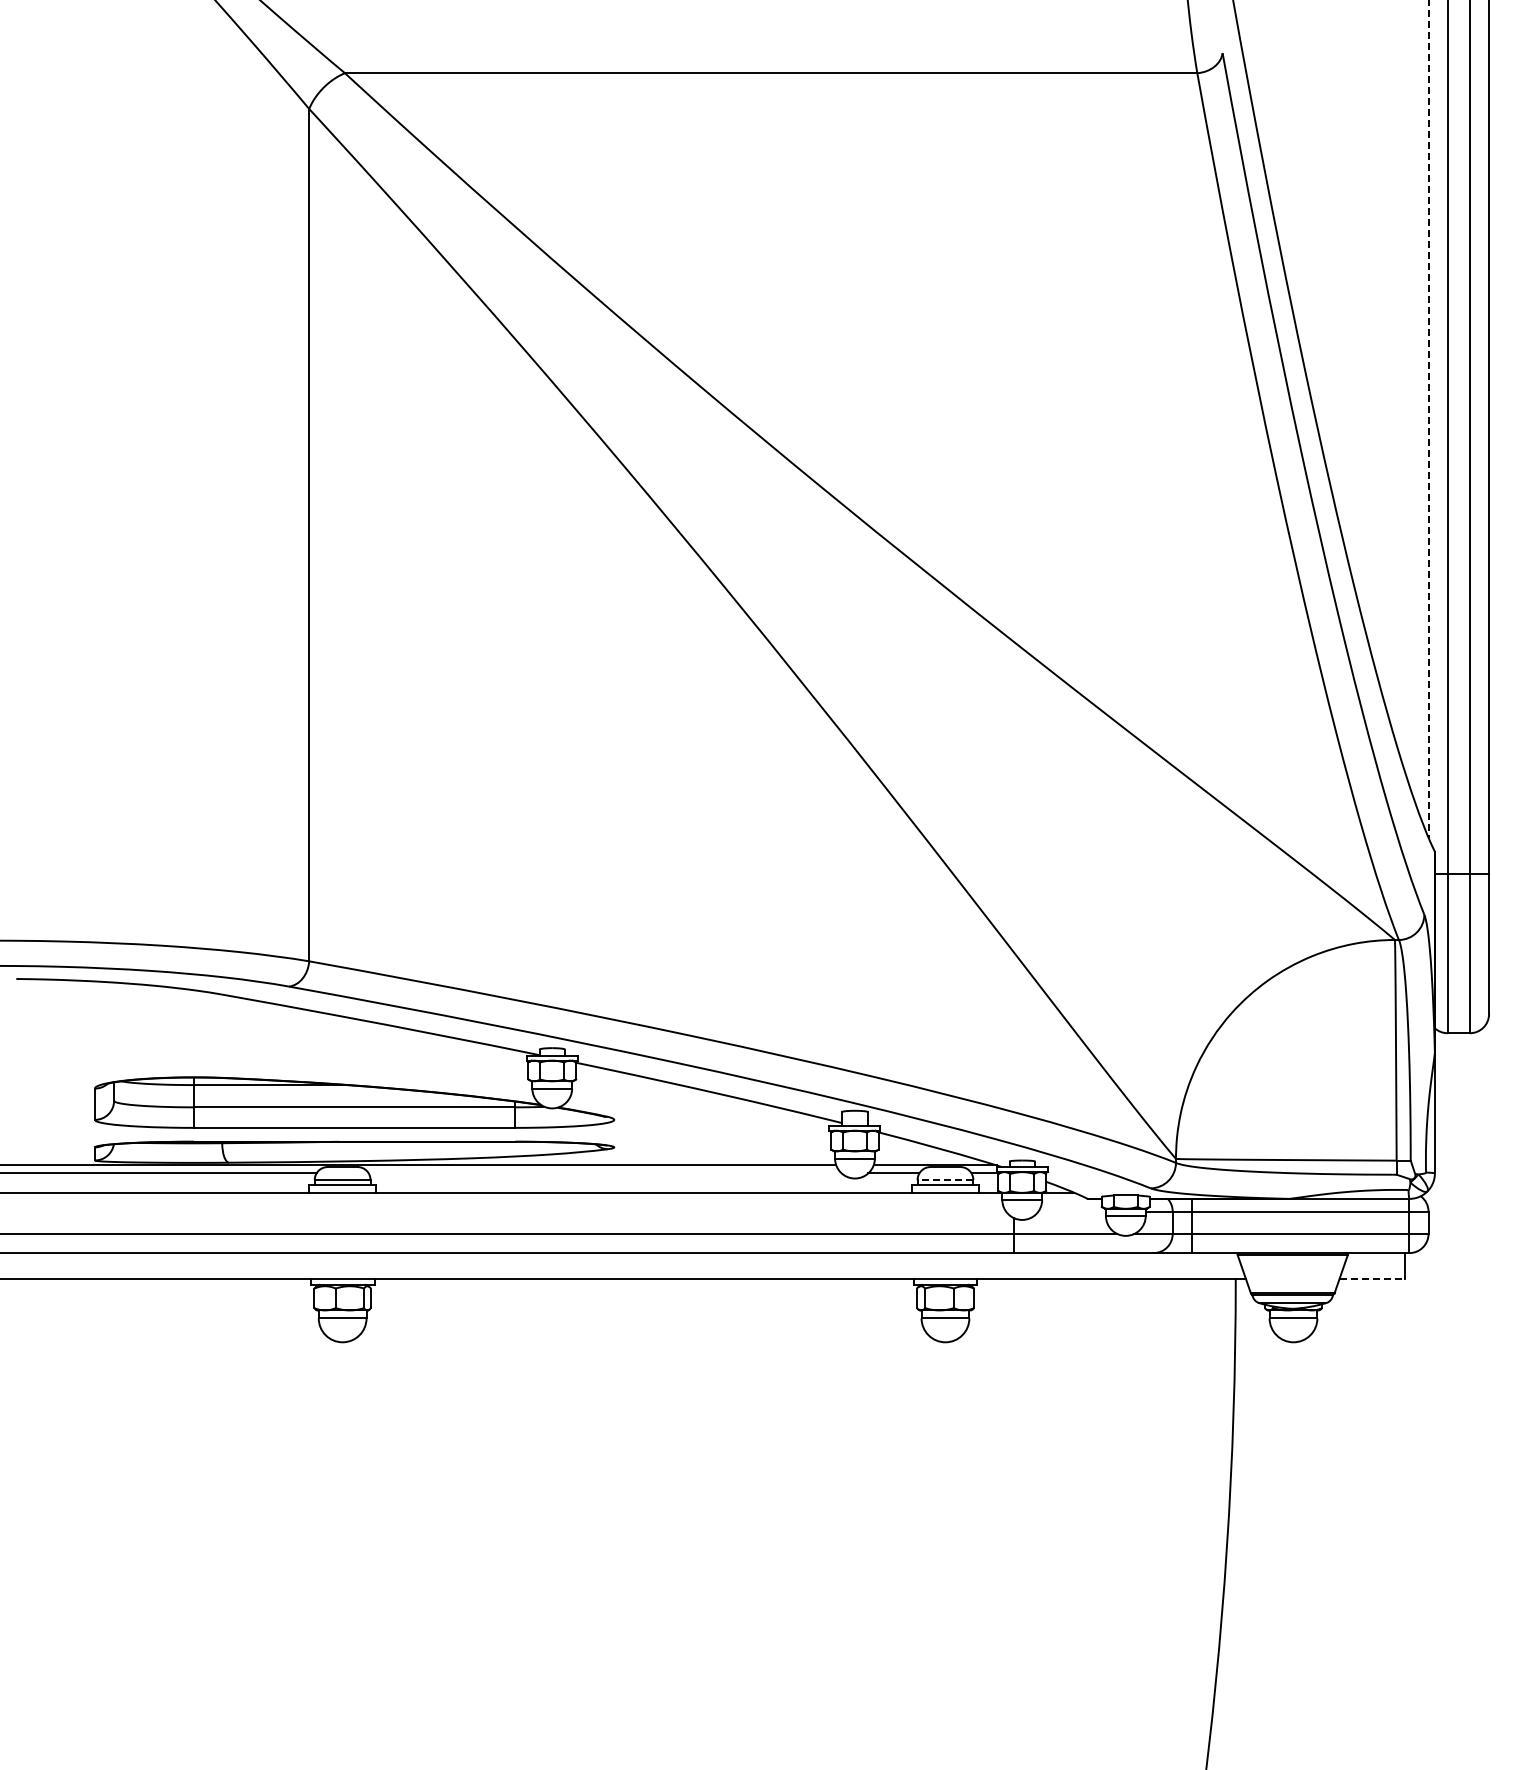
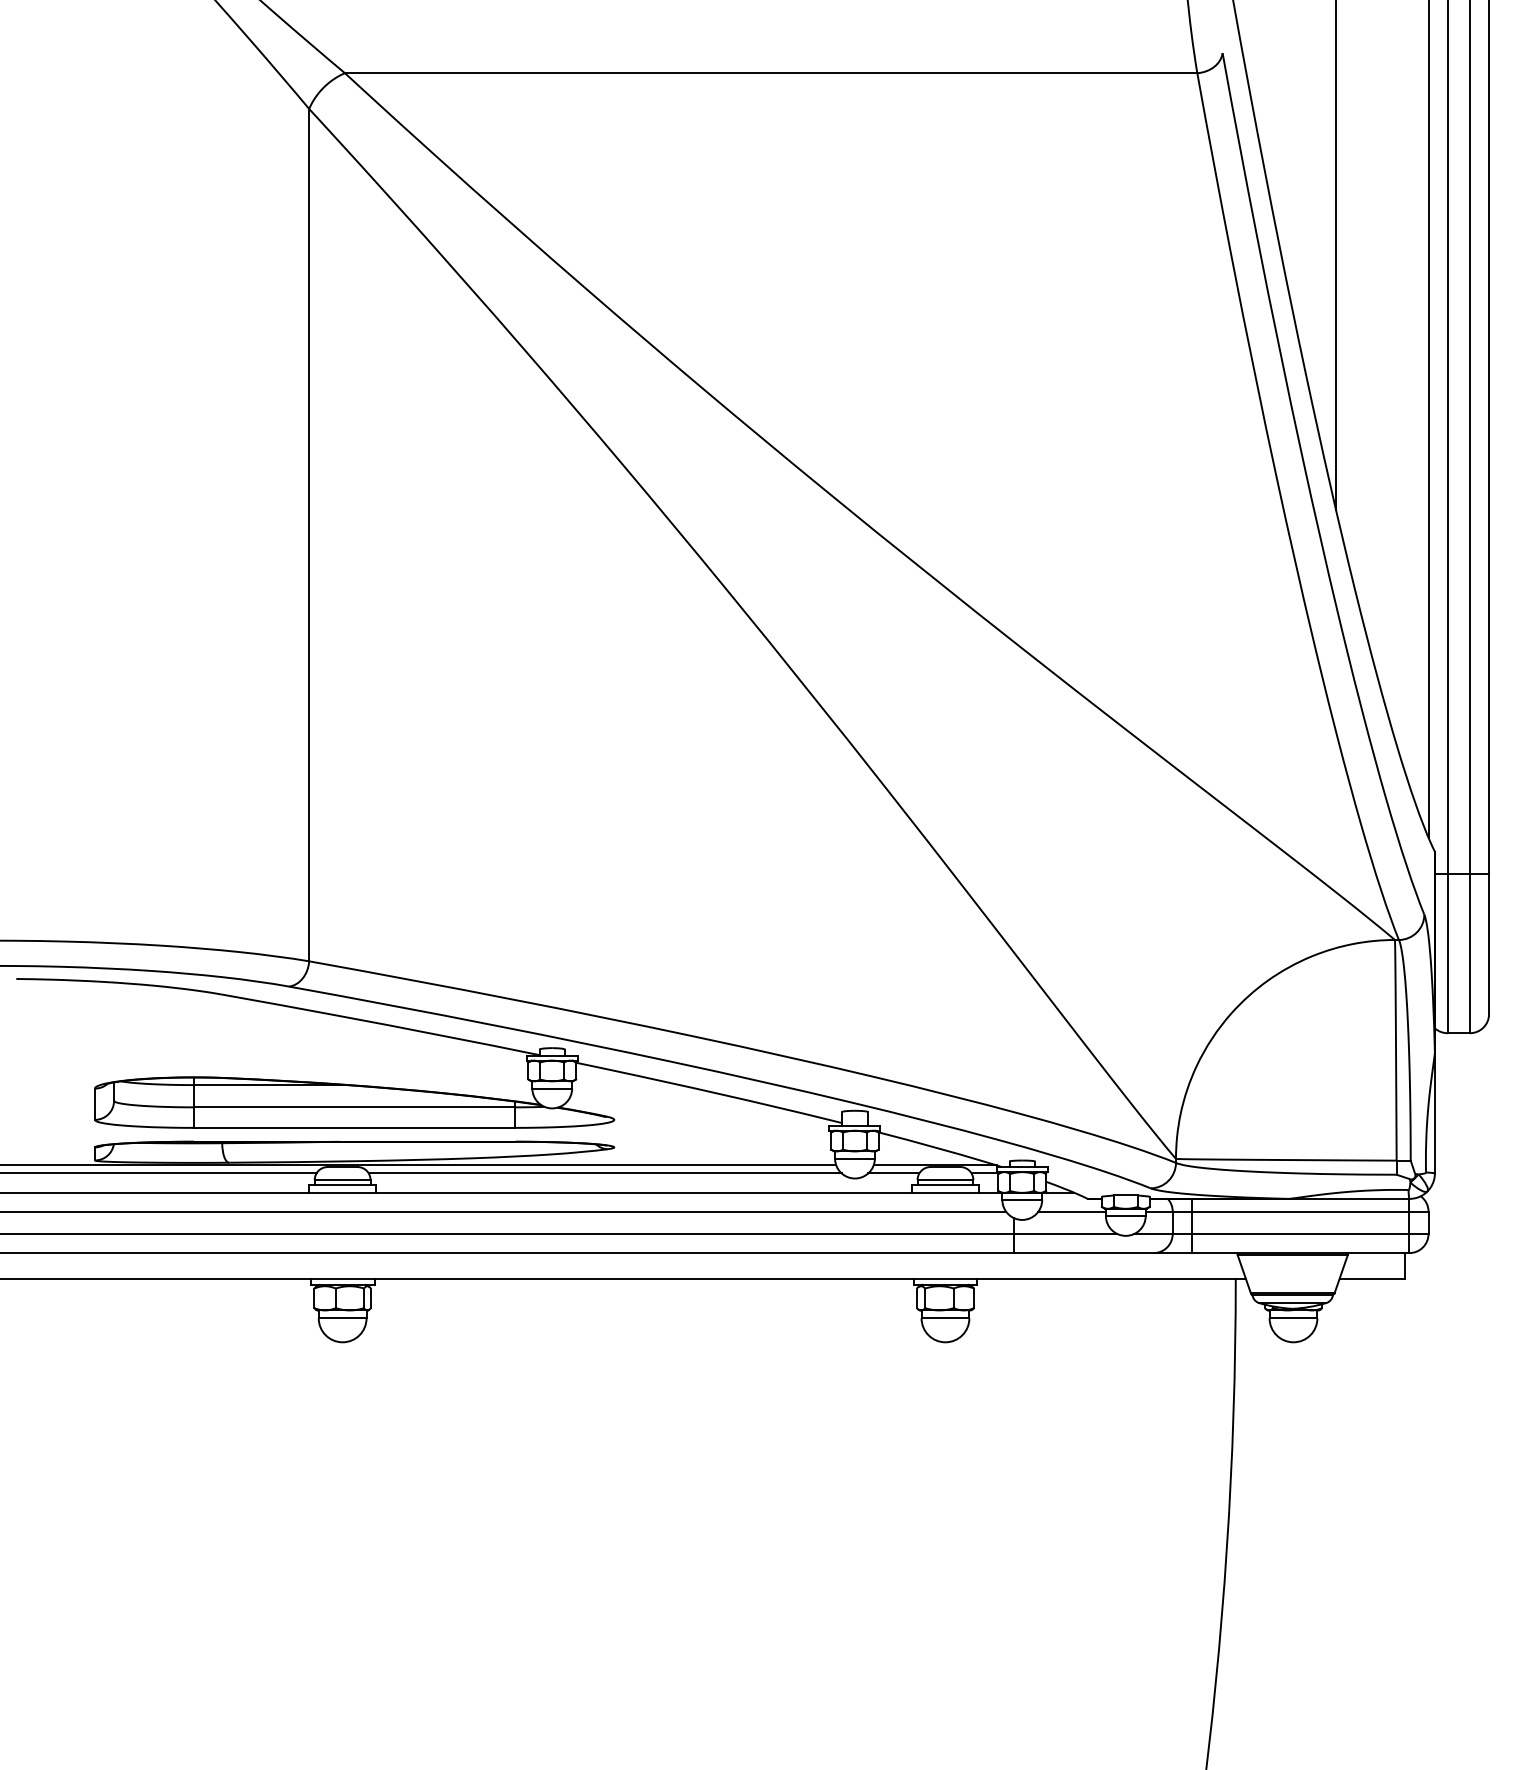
line at (1336, 256): none -> present
line at (1428, 418): dashed -> solid
line at (604, 1173): none -> present
line at (945, 1179): dashed -> solid
line at (504, 1211): none -> present
line at (1071, 1211): none -> present
line at (1372, 1278): dashed -> solid
